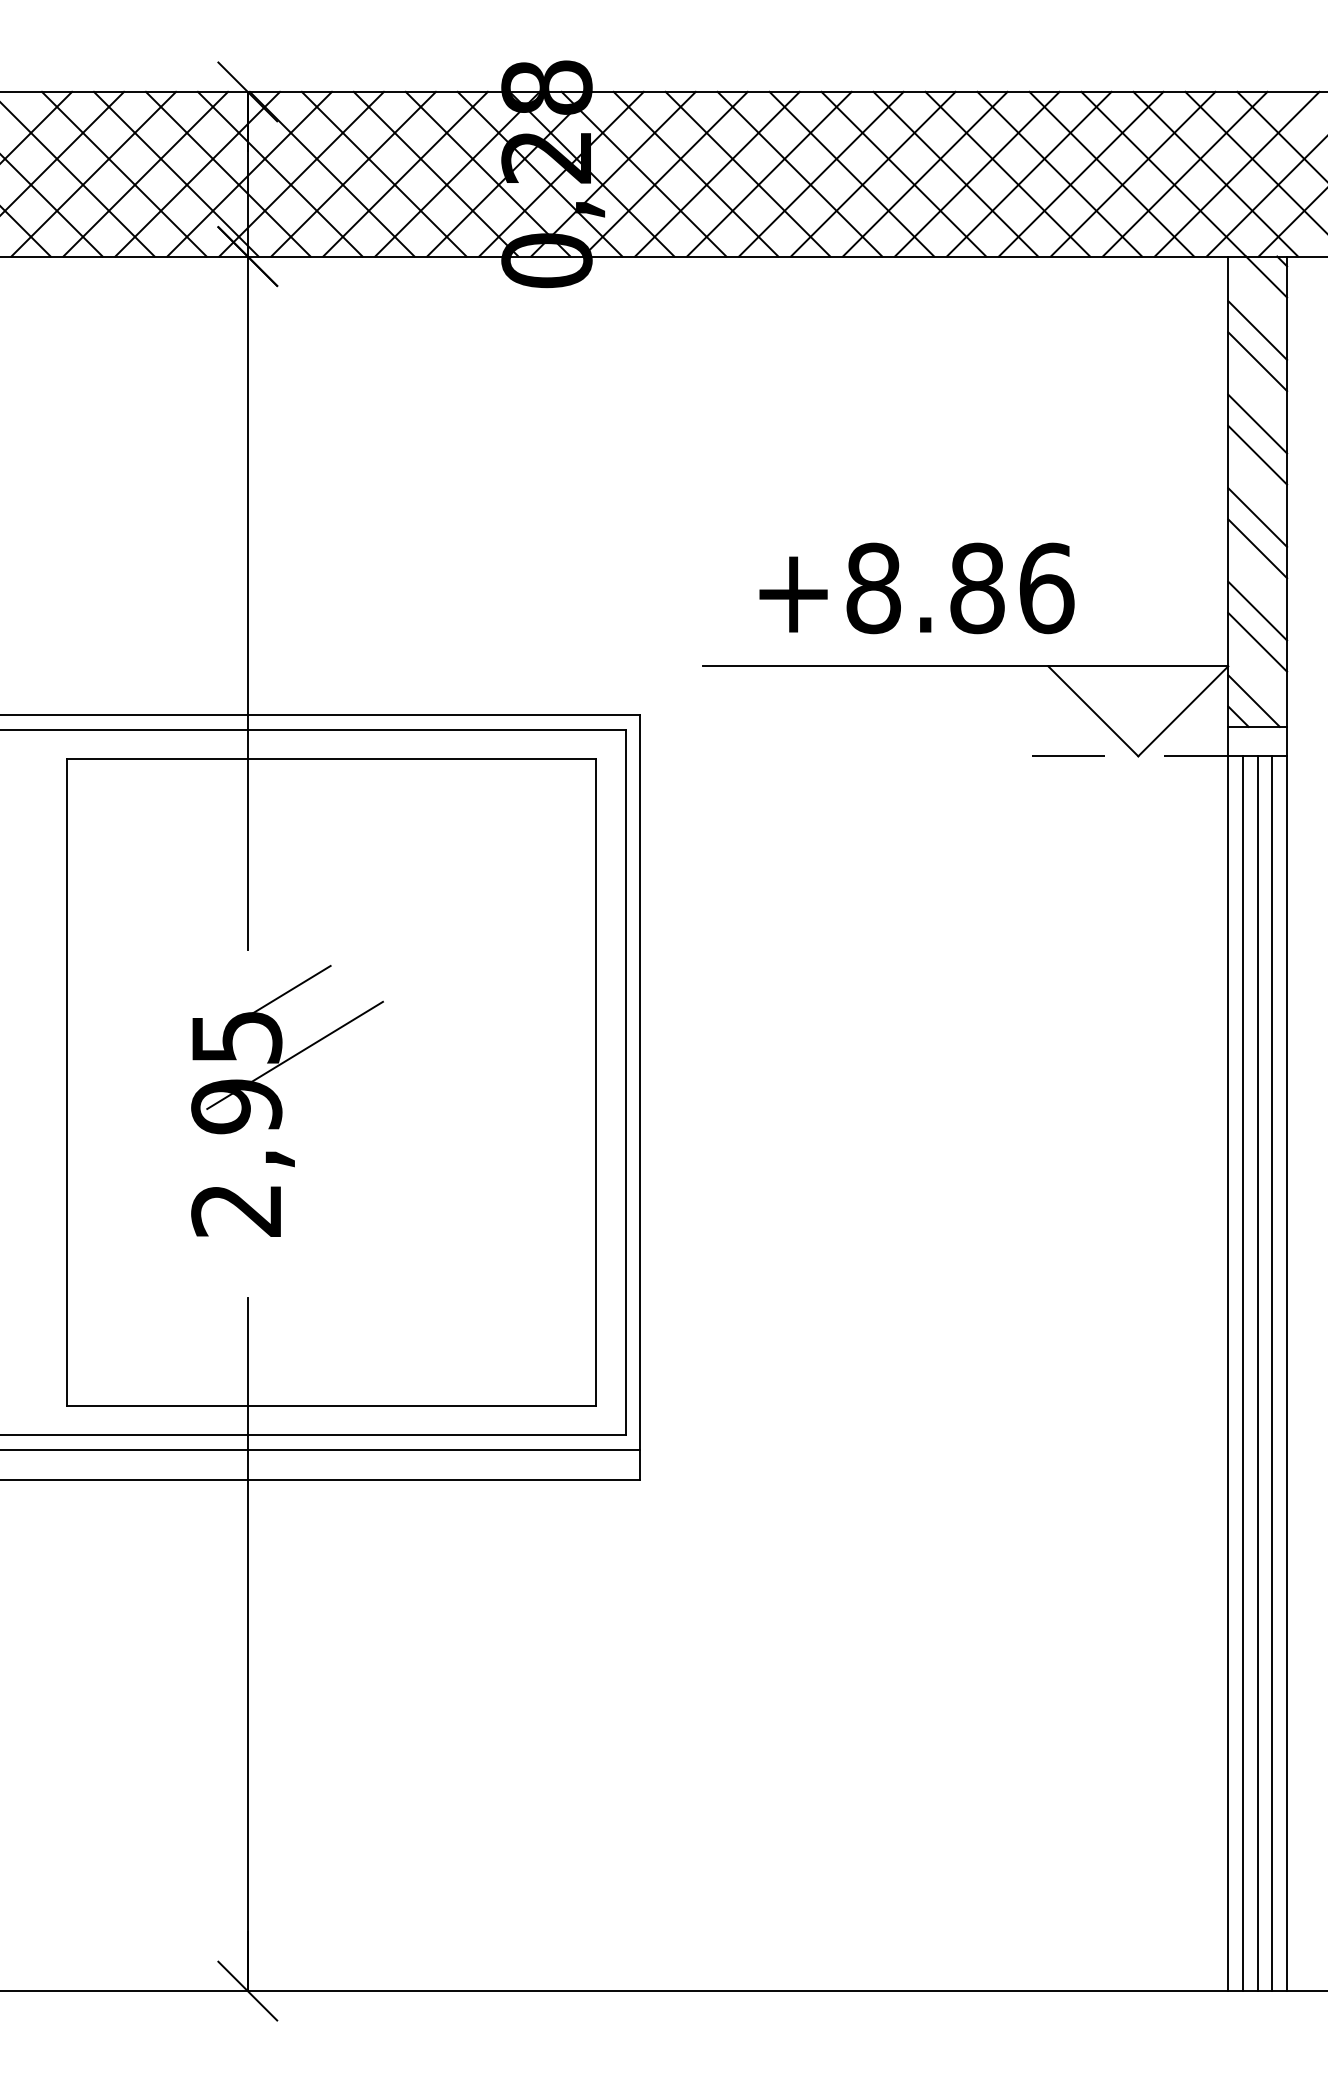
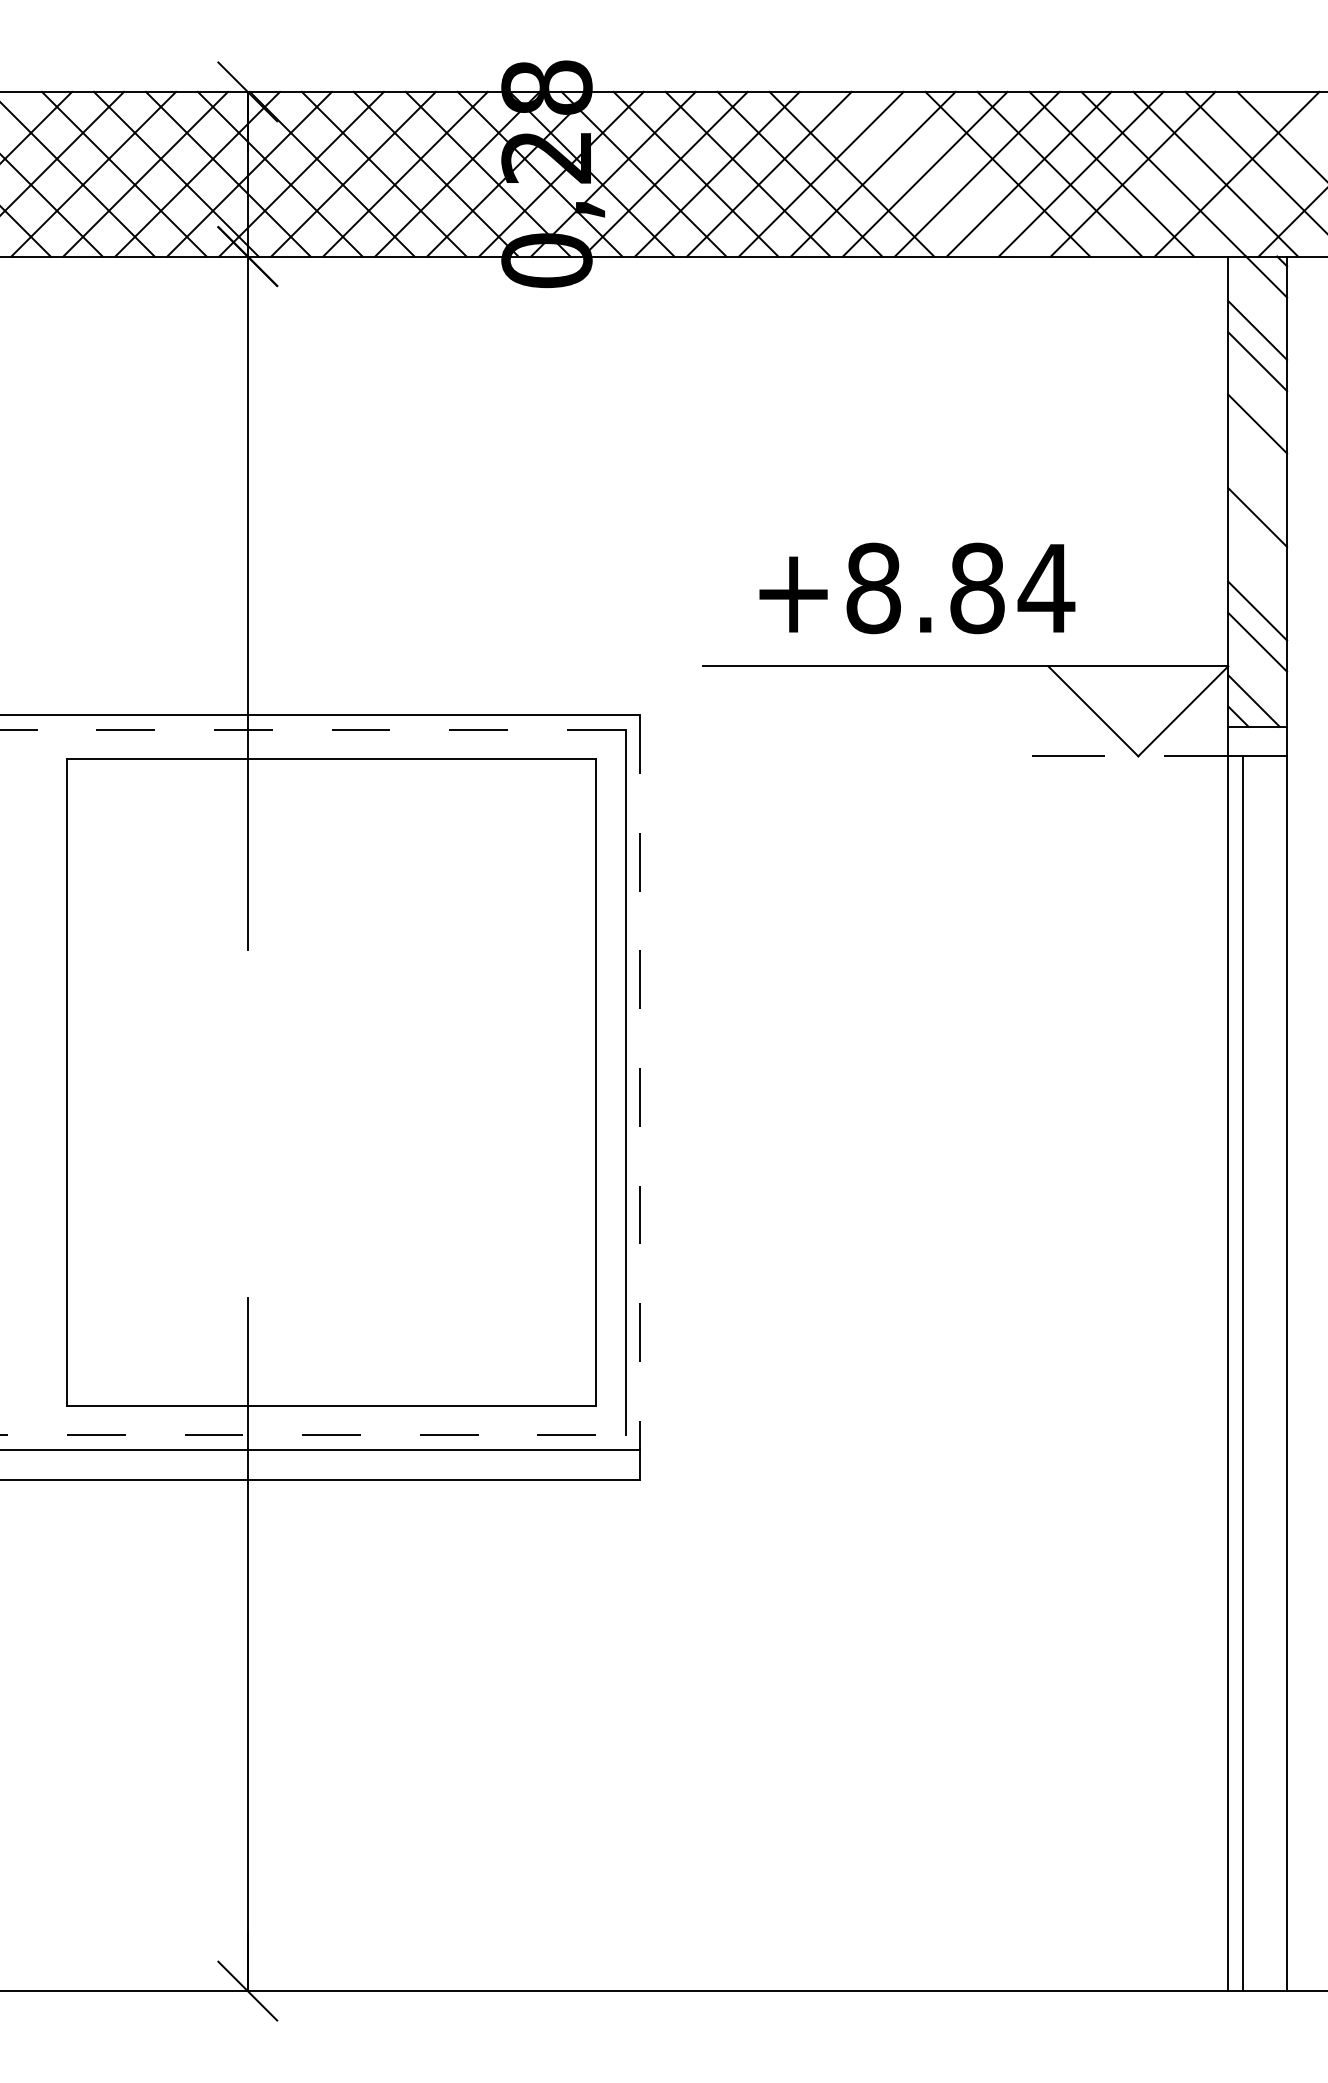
line at (903, 173): present -> none
line at (955, 173): present -> none
line at (1184, 173): present -> none
line at (1265, 197): present -> none
line at (1257, 454): present -> none
line at (1257, 548): present -> none
text at (1046, 588): +8.86 -> +8.84
line at (312, 729): solid -> dashed
line at (640, 1083): solid -> dashed
part at (281, 1103): present -> none
line at (1257, 1373): present -> none
line at (1272, 1373): present -> none
line at (313, 1435): solid -> dashed
